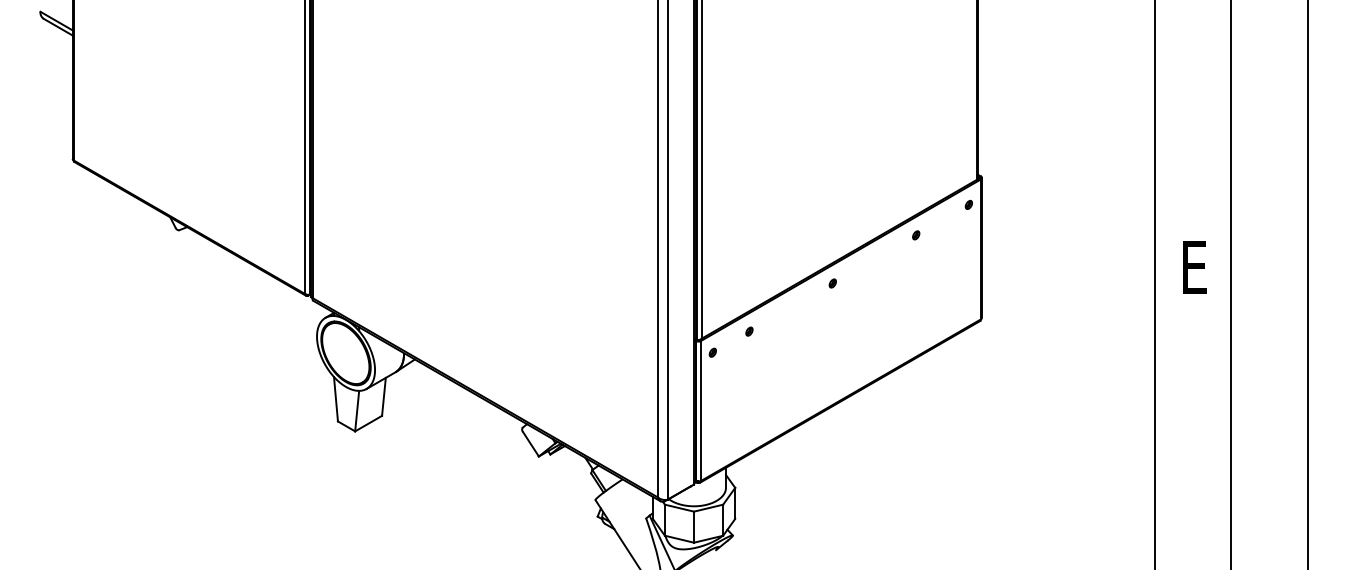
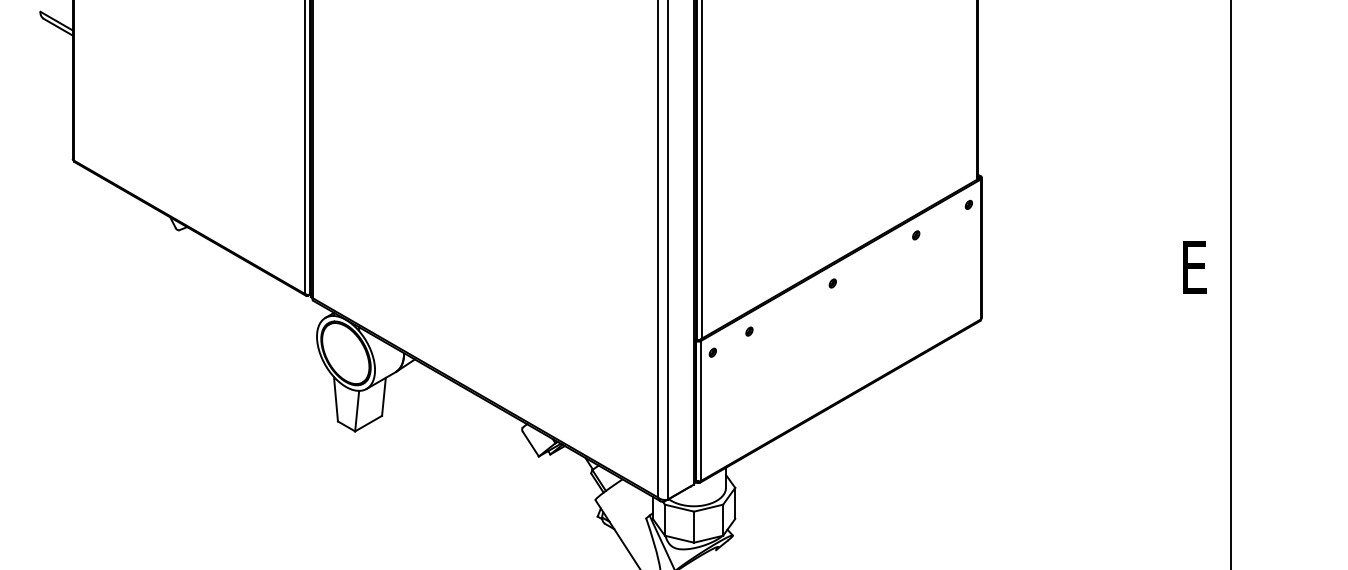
line at (1155, 284): present -> none
line at (1307, 284): present -> none
